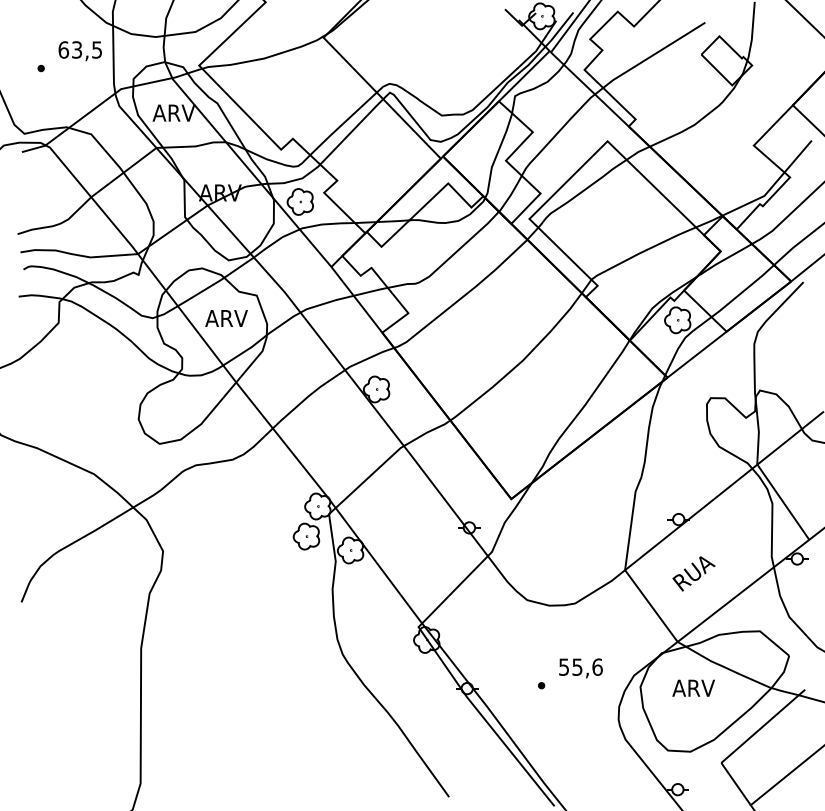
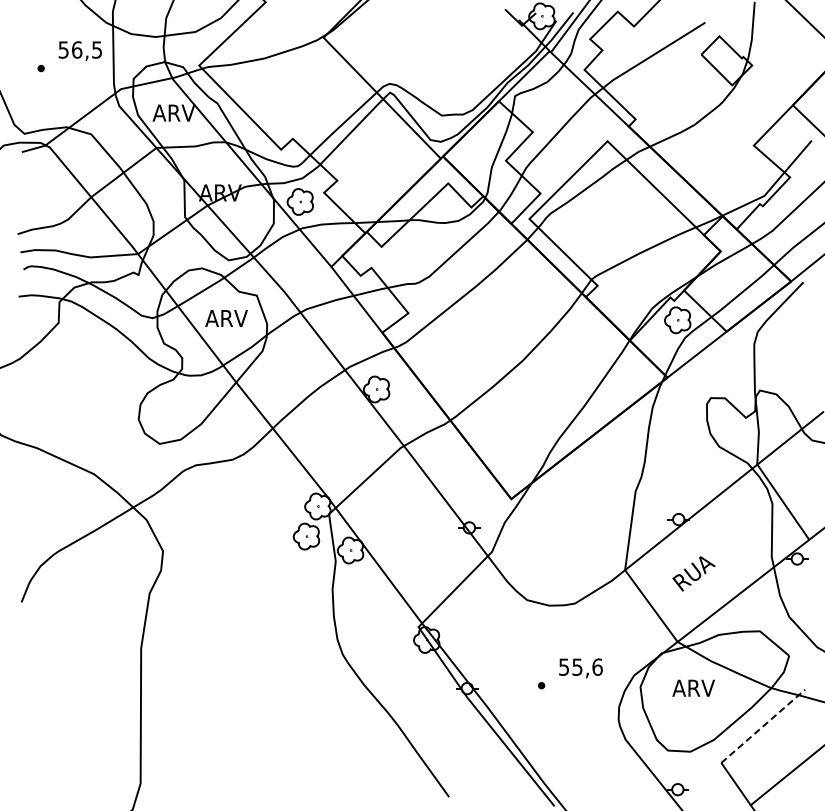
text at (70, 49): 63,5 -> 56,5
line at (763, 726): solid -> dashed
